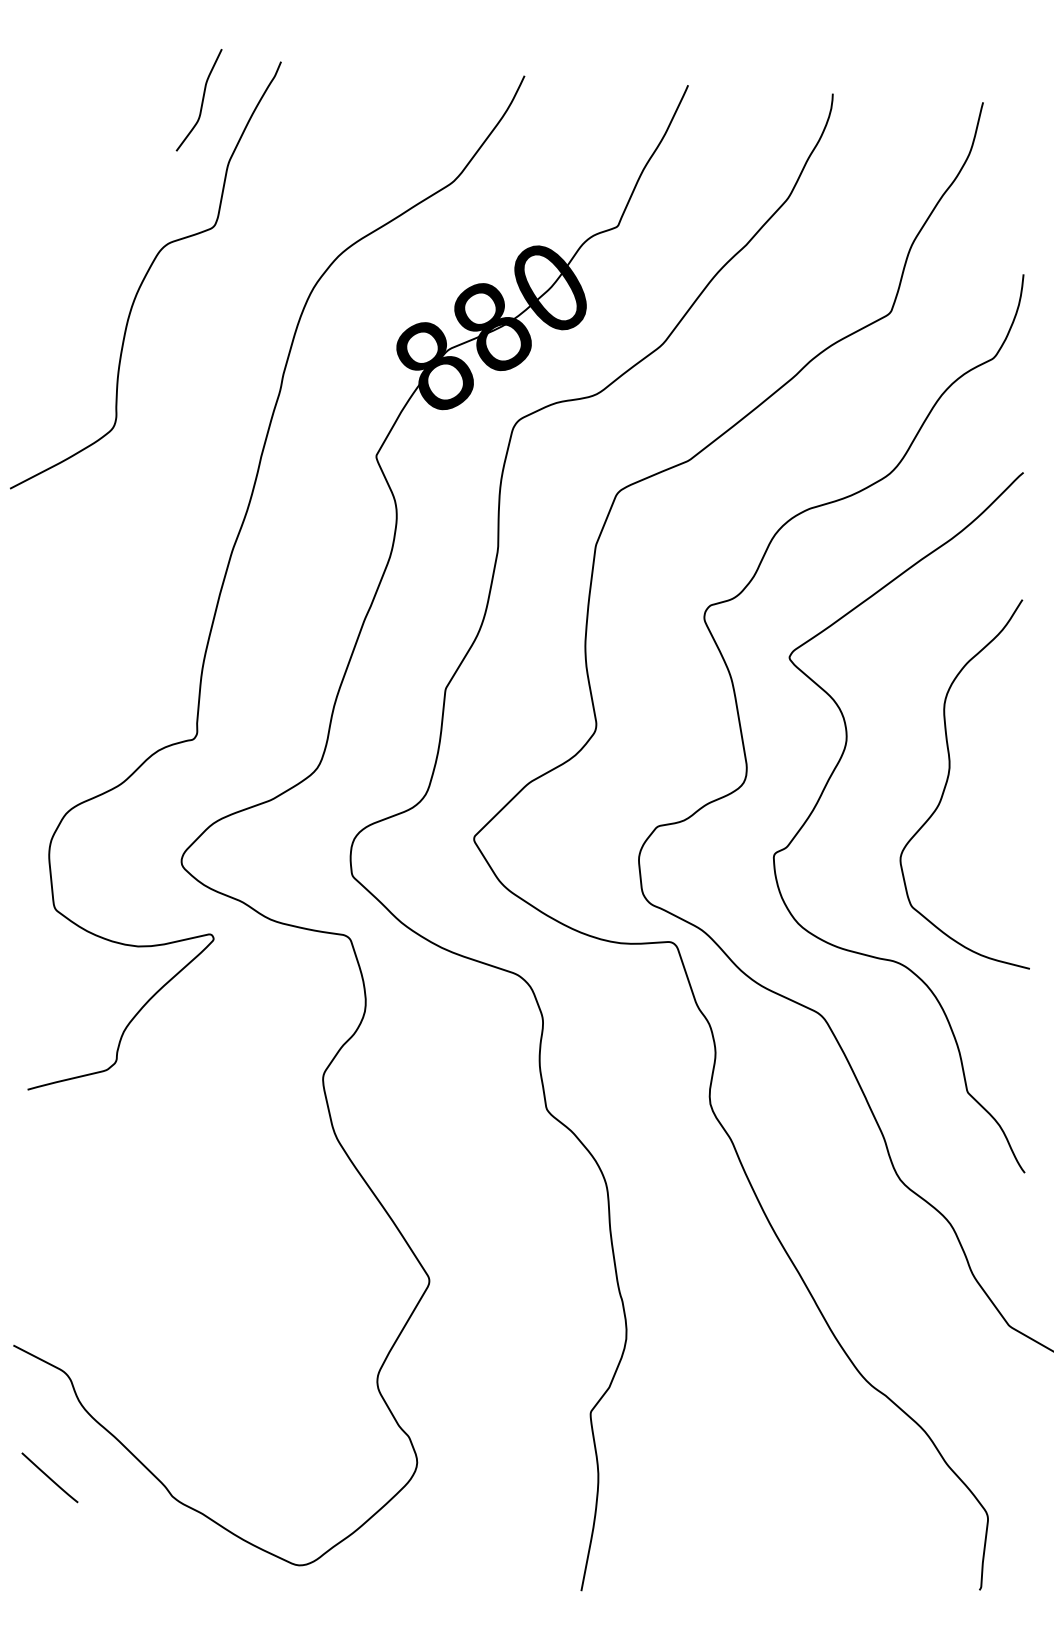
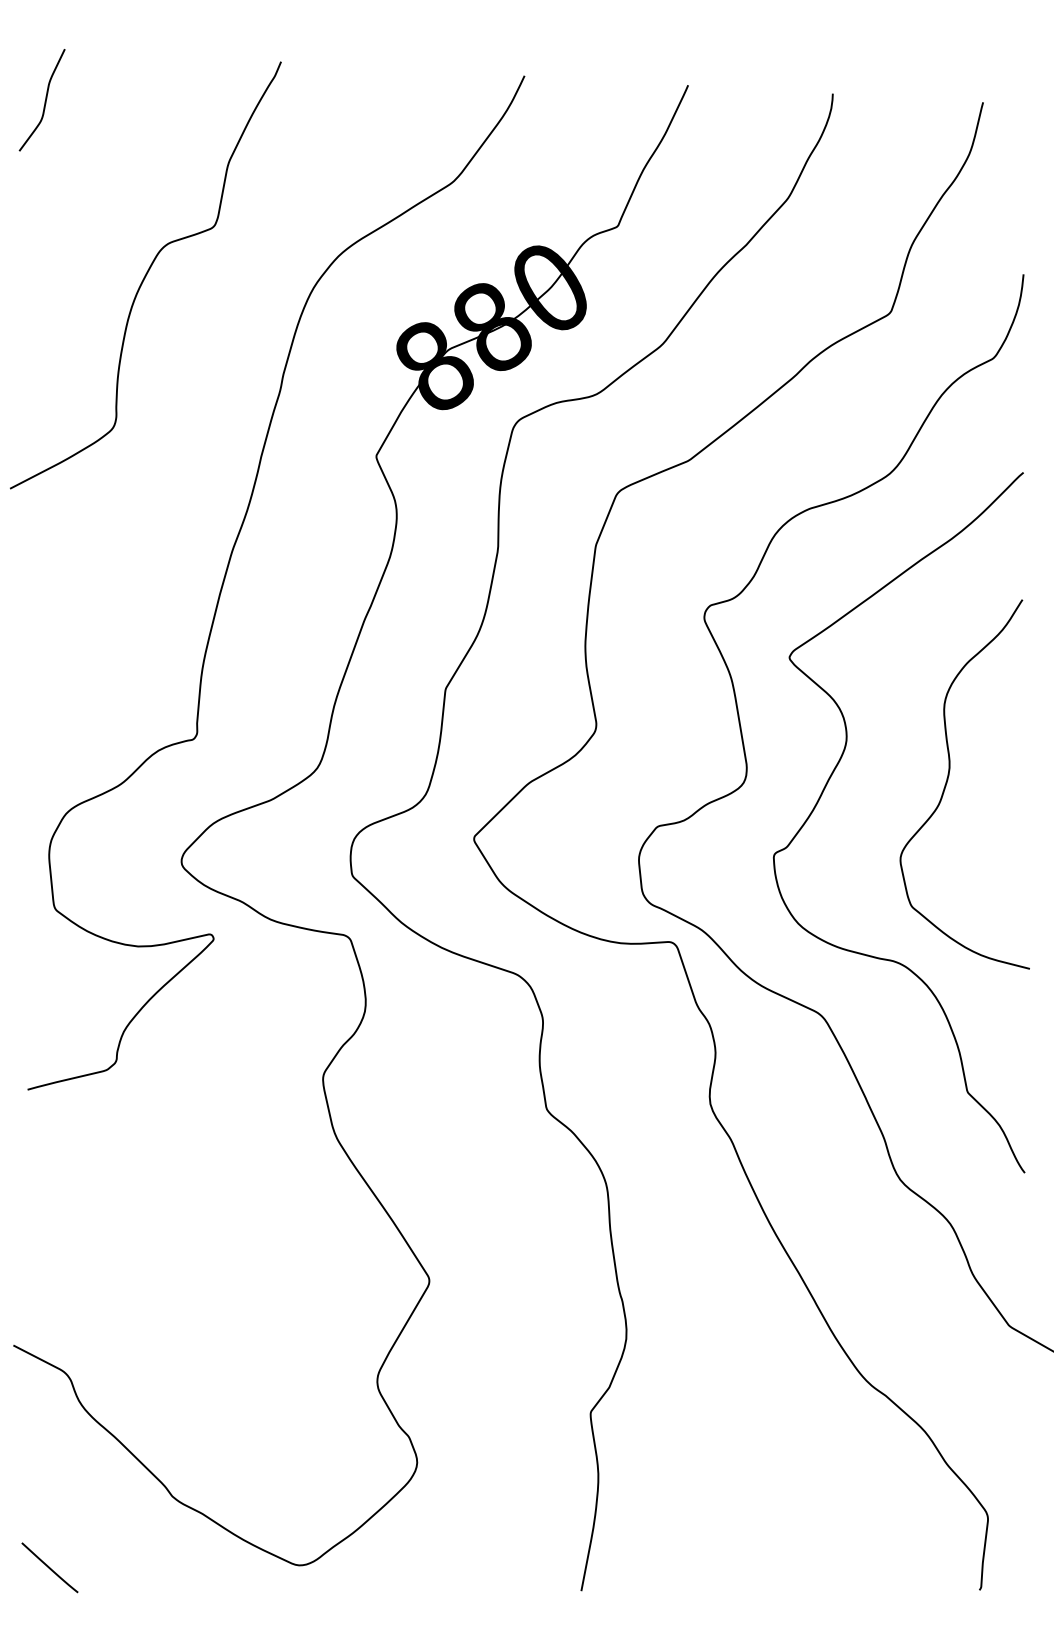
curve at (201, 101) position: (201, 101) -> (44, 101)
line at (49, 1477) position: (49, 1477) -> (49, 1567)
